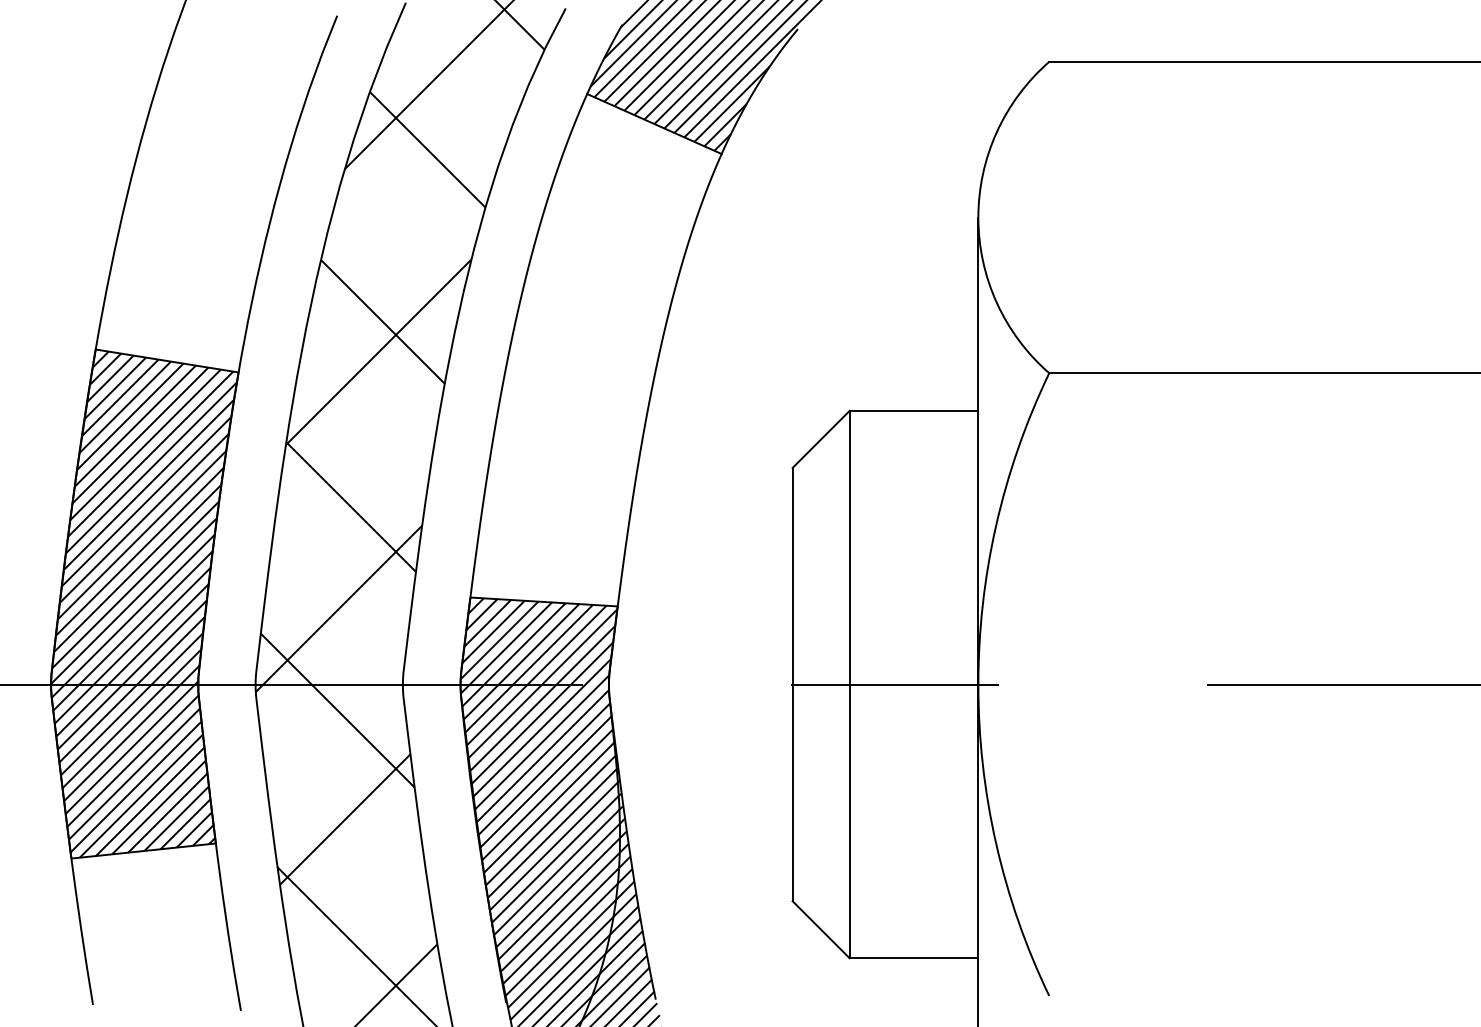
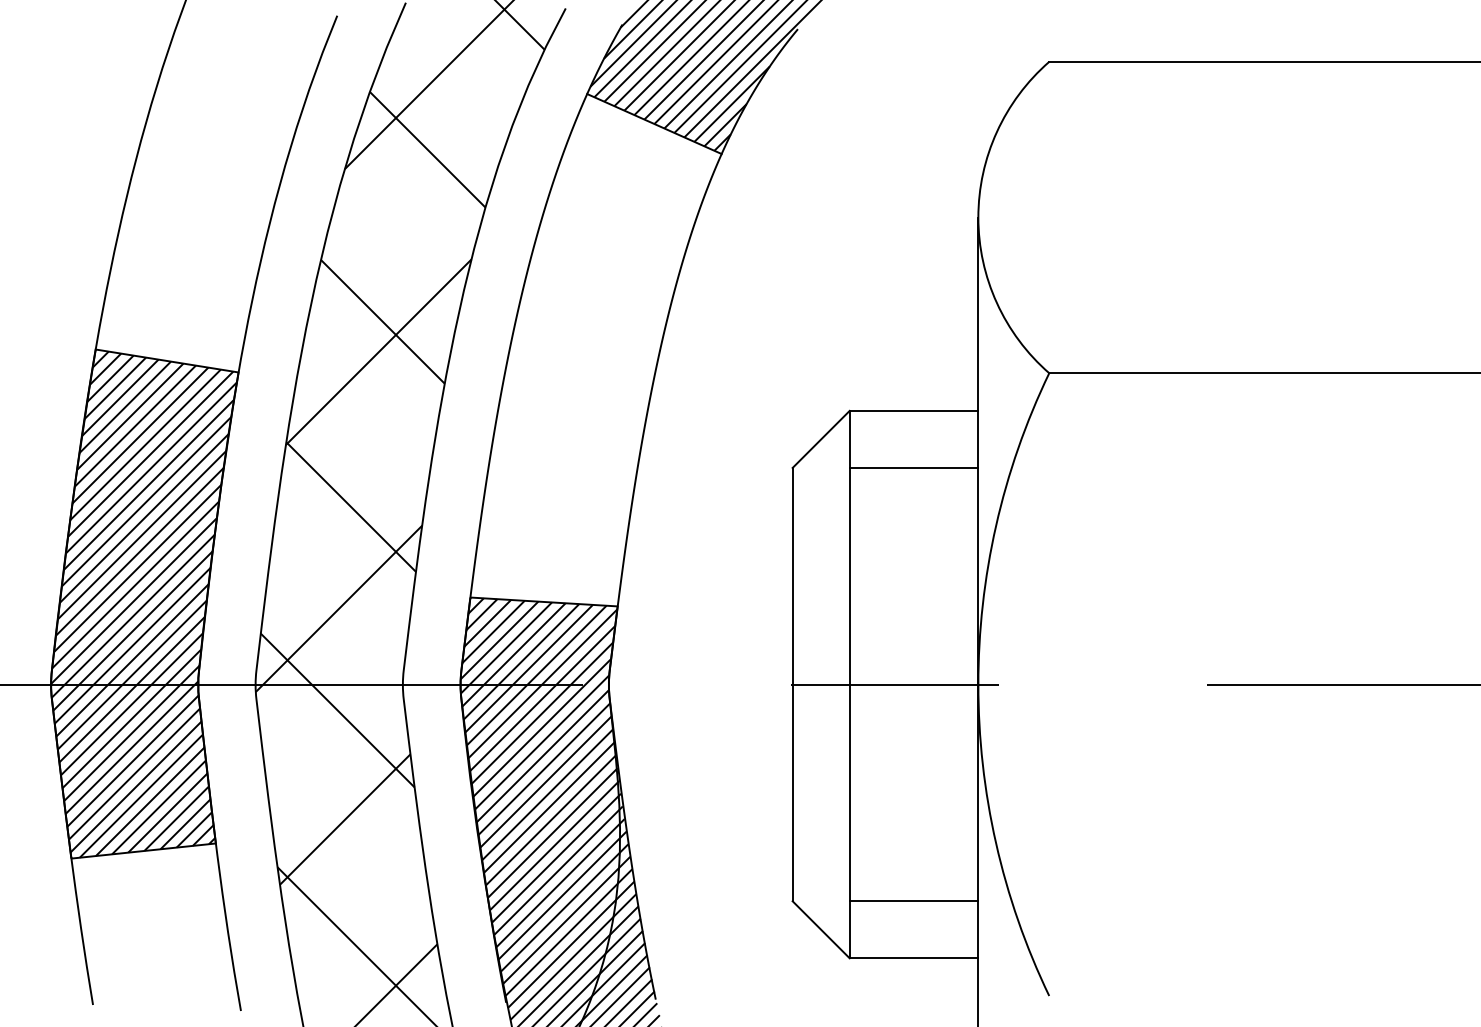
line at (913, 467): none -> present
line at (913, 901): none -> present
